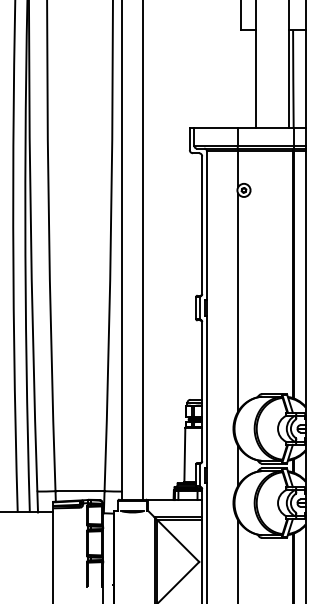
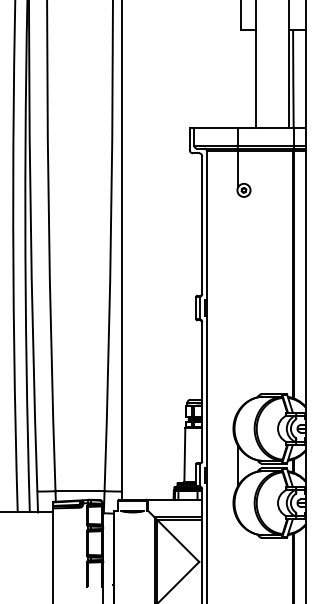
line at (143, 250): present -> none
line at (238, 302): present -> none
line at (238, 560): present -> none
